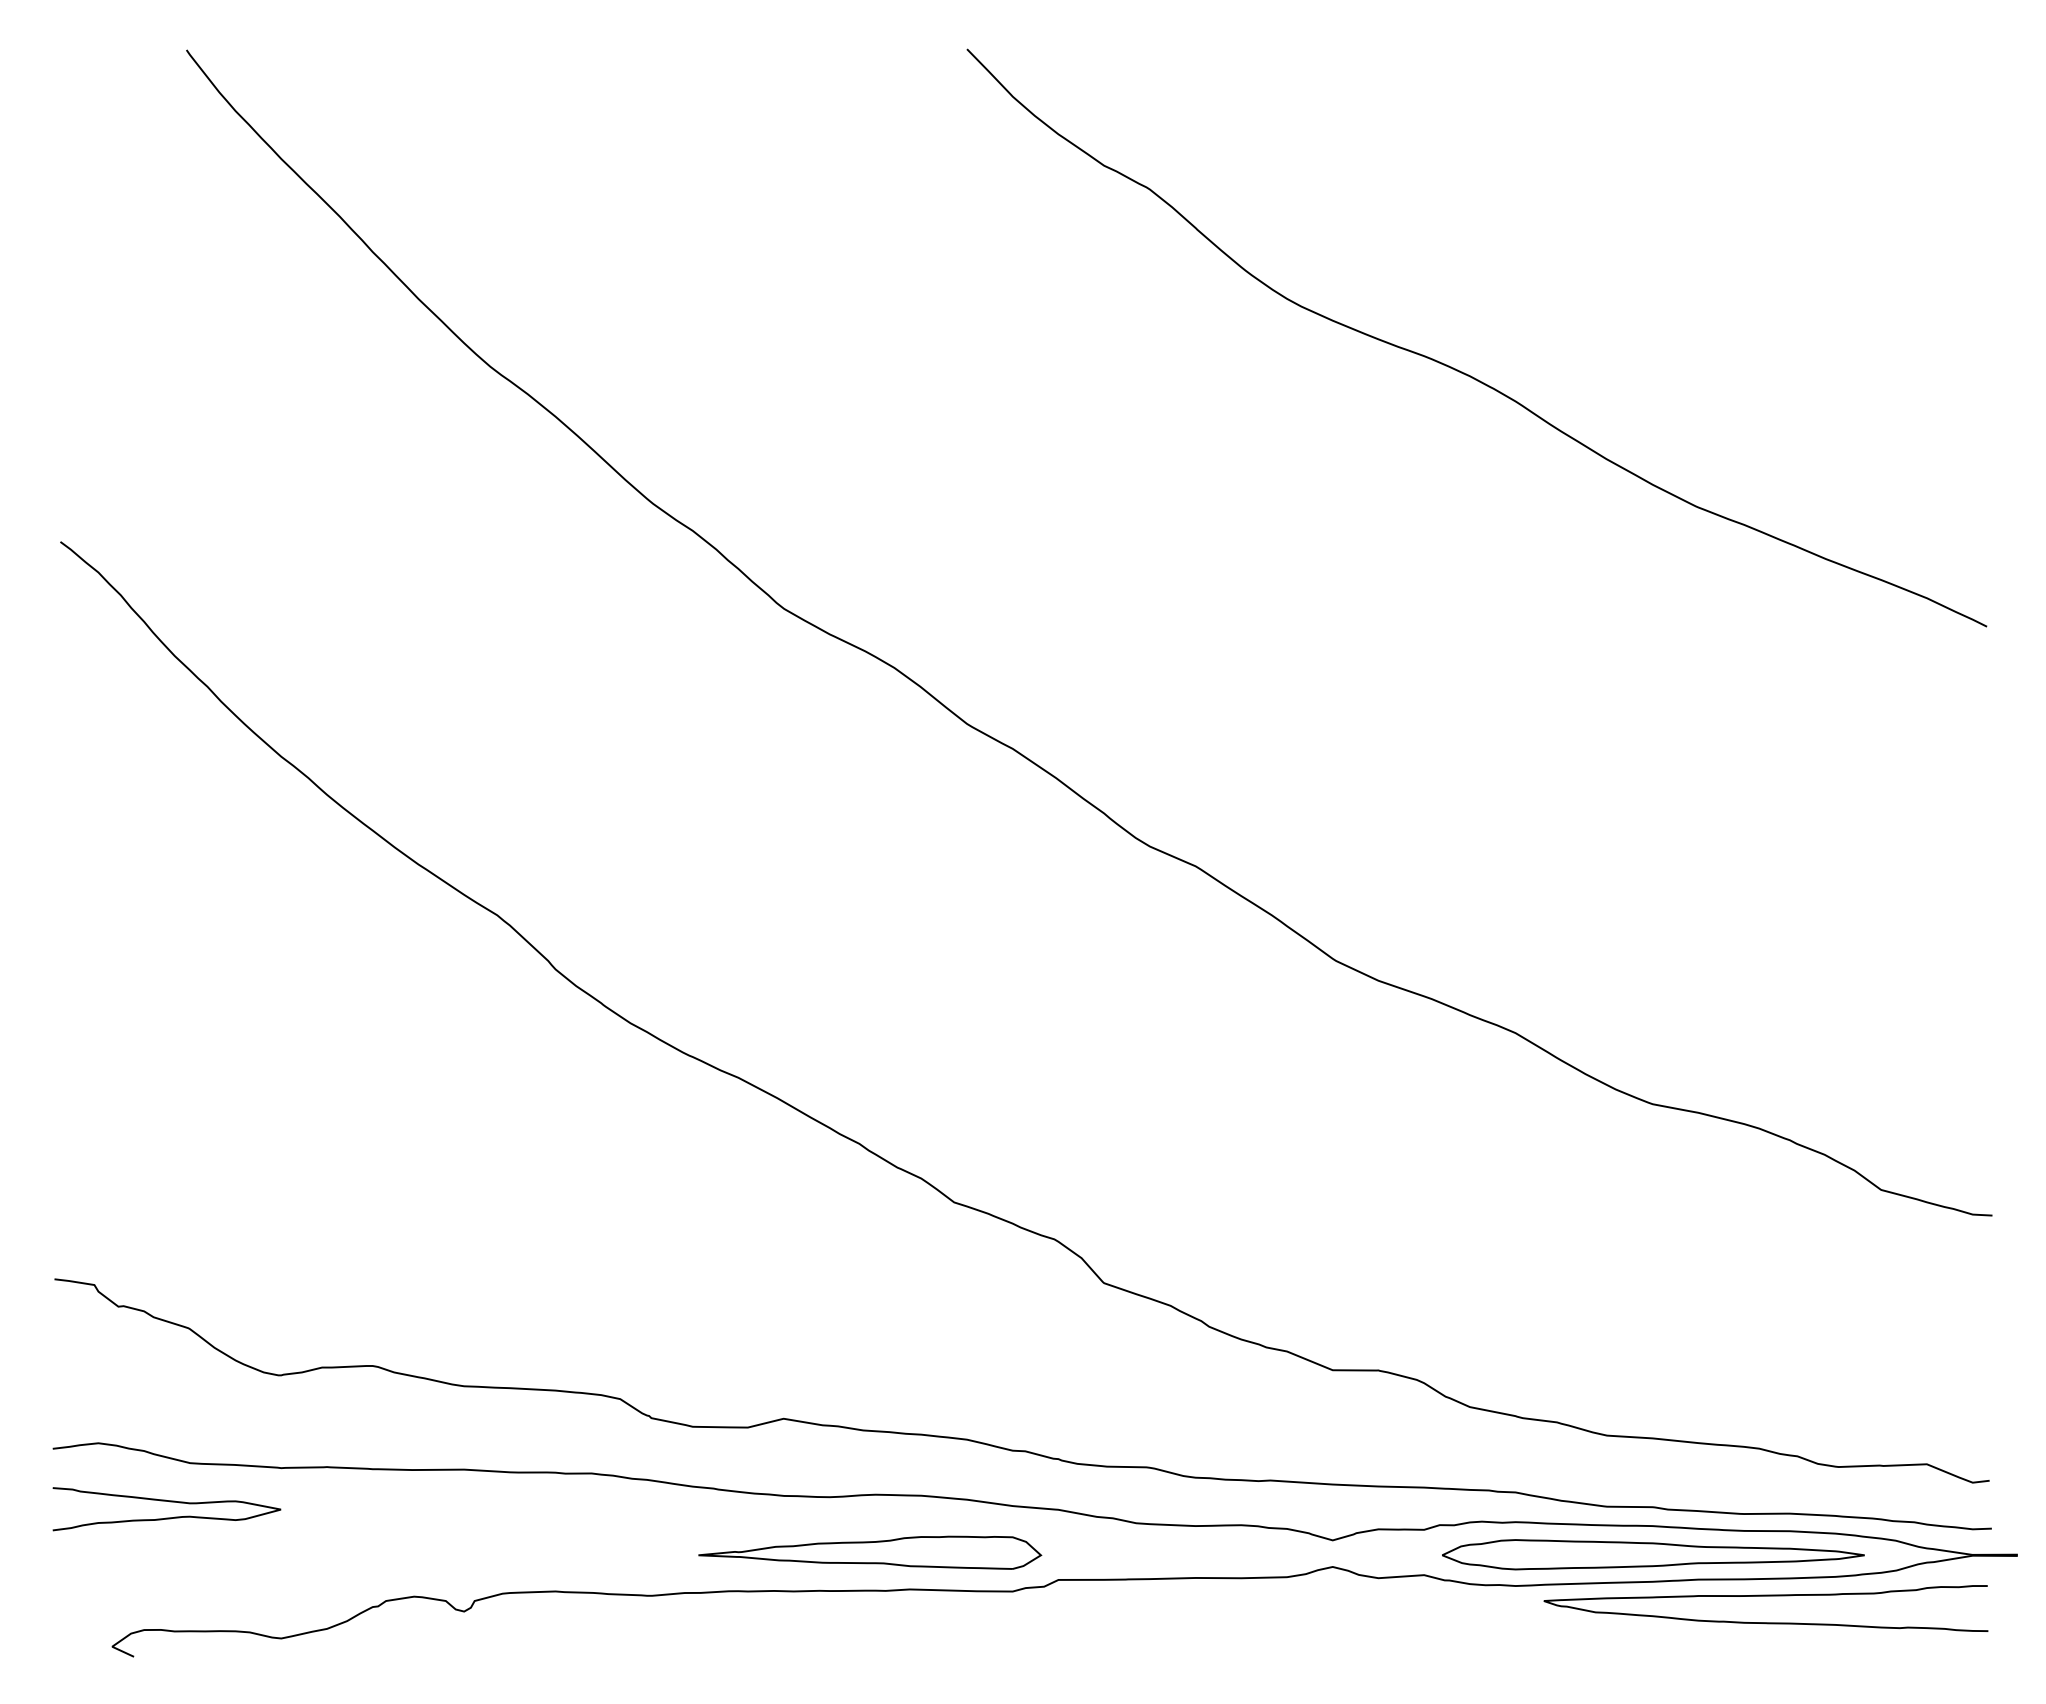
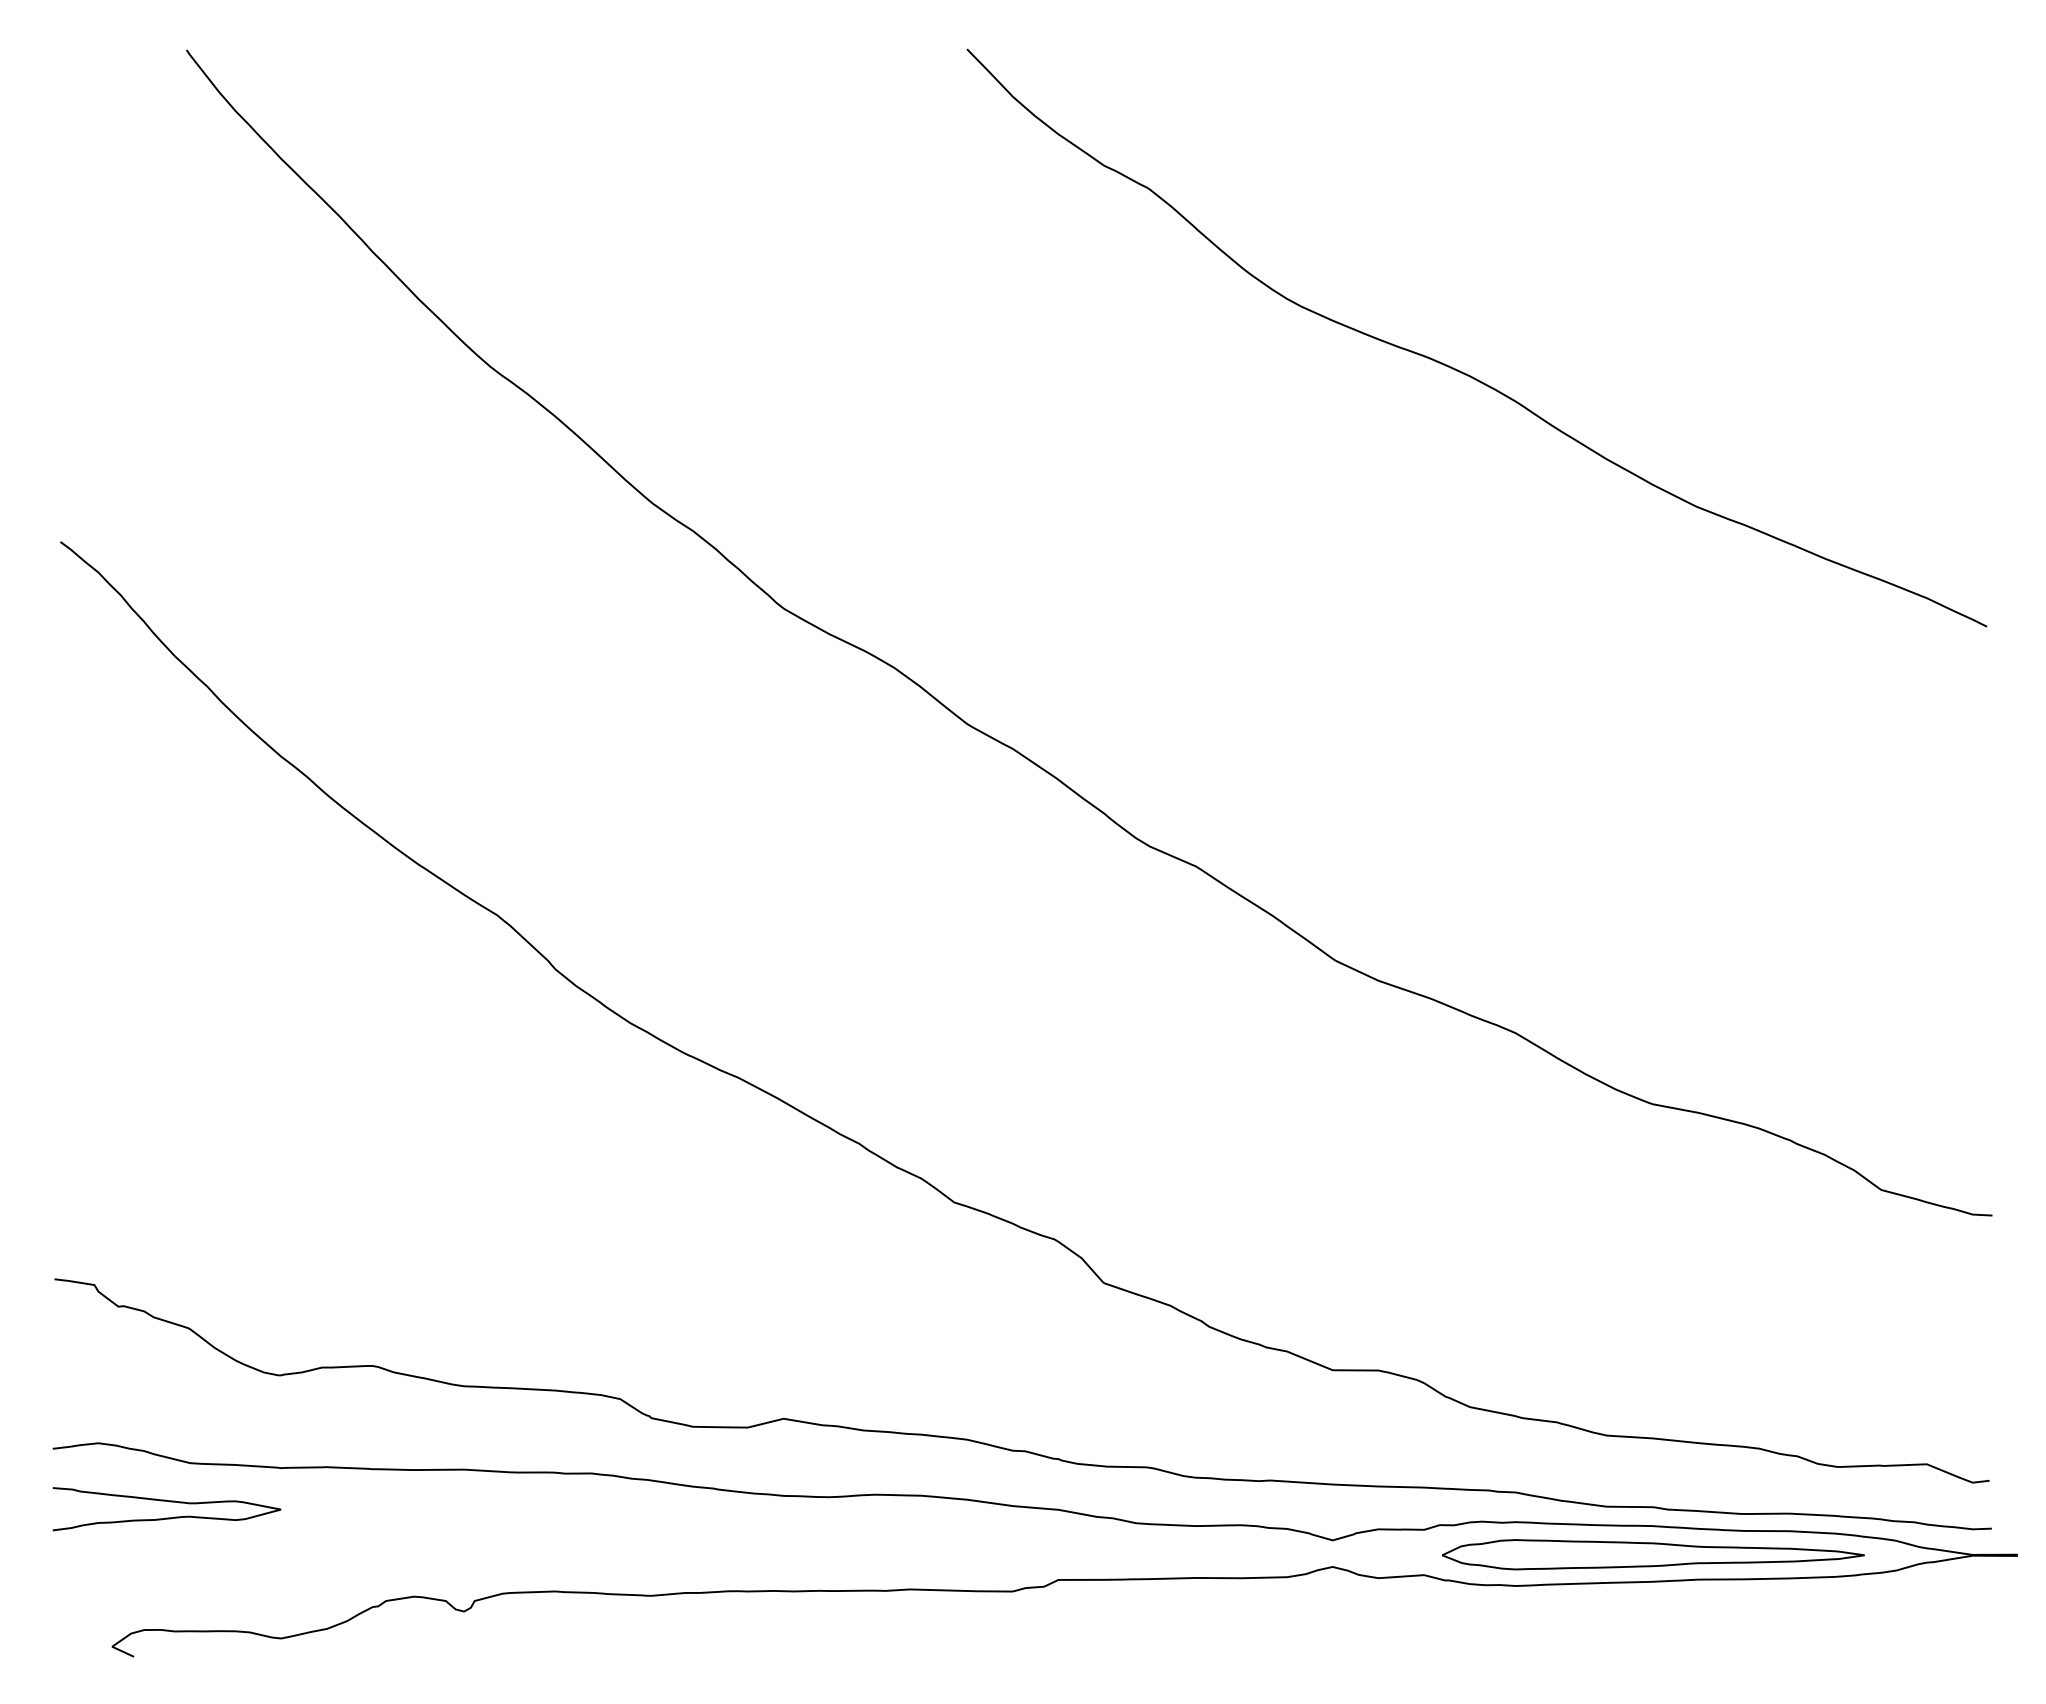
part at (870, 1552): present -> none
curve at (1765, 1596): present -> none
